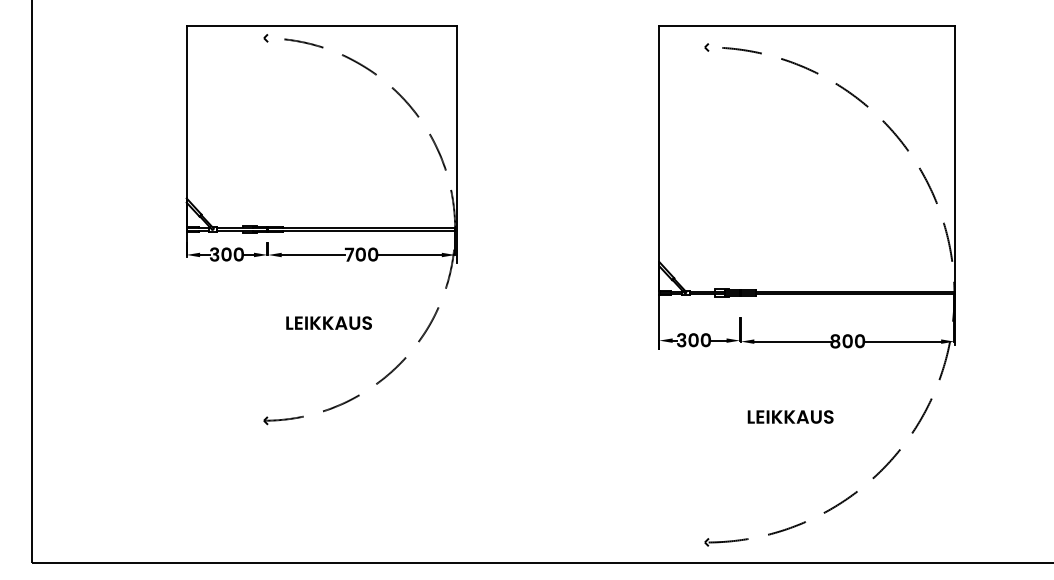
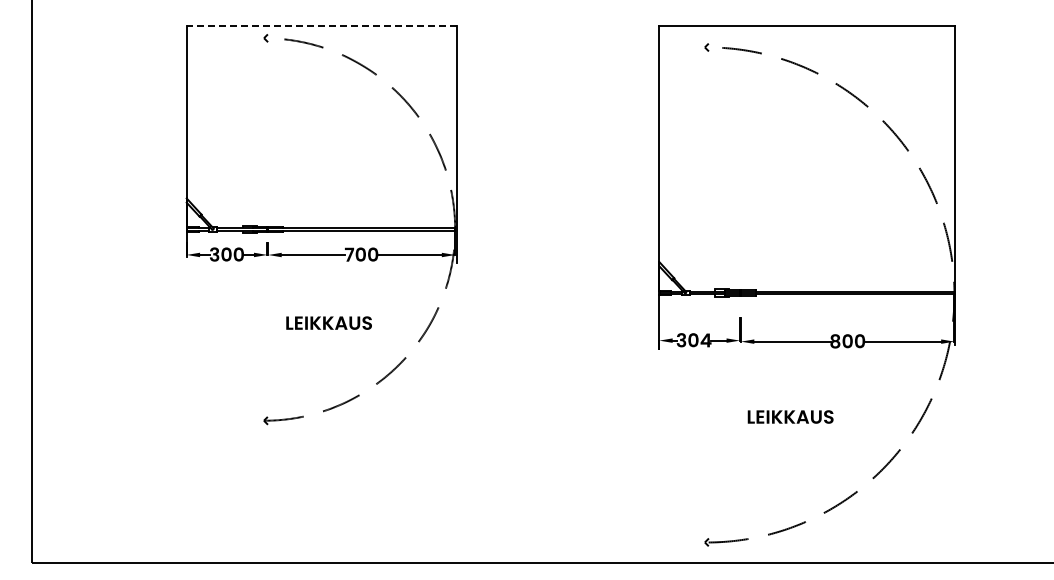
line at (321, 26): solid -> dashed
text at (693, 340): 300 -> 304
